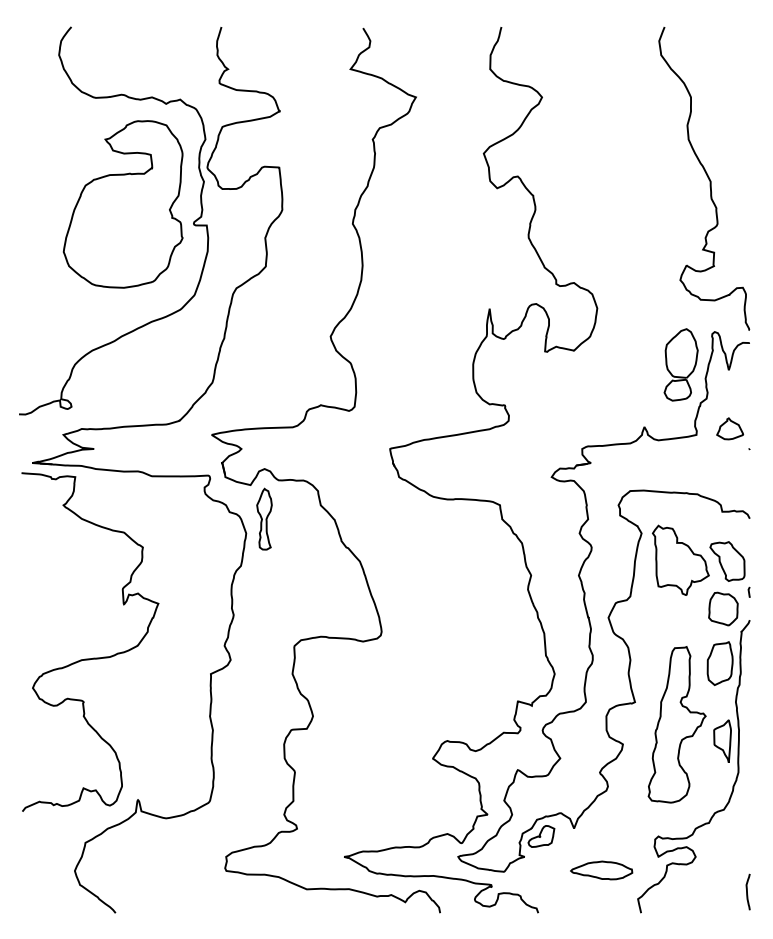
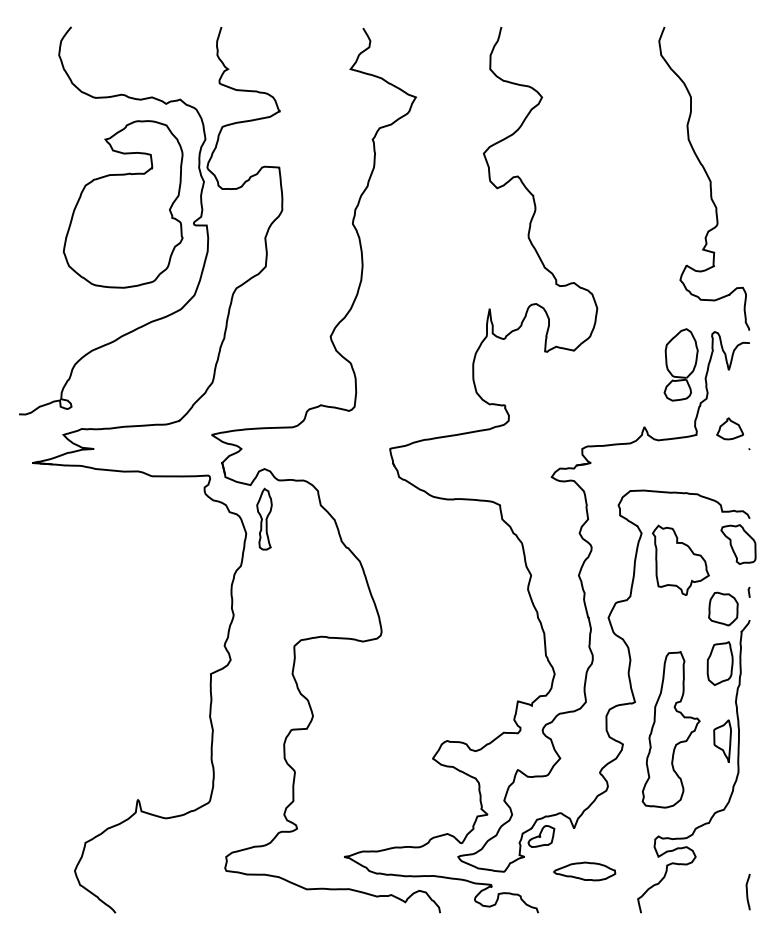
part at (727, 561) position: (727, 561) -> (738, 544)
curve at (93, 657): present -> none
part at (676, 724) position: (676, 724) -> (670, 729)
part at (601, 870) position: (601, 870) -> (584, 871)
